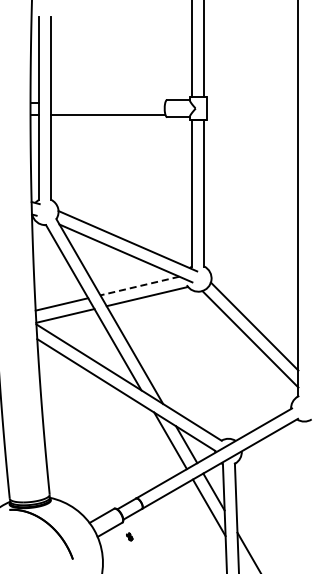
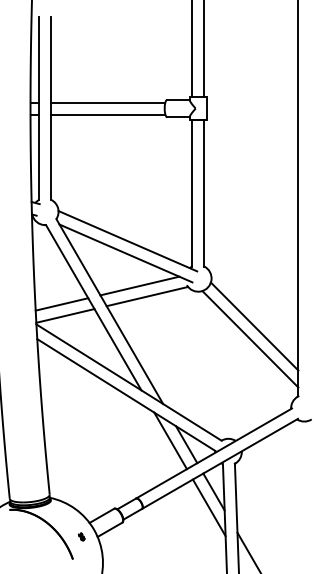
line at (108, 102): none -> present
line at (139, 286): dashed -> solid
part at (129, 536) position: (129, 536) -> (81, 536)
